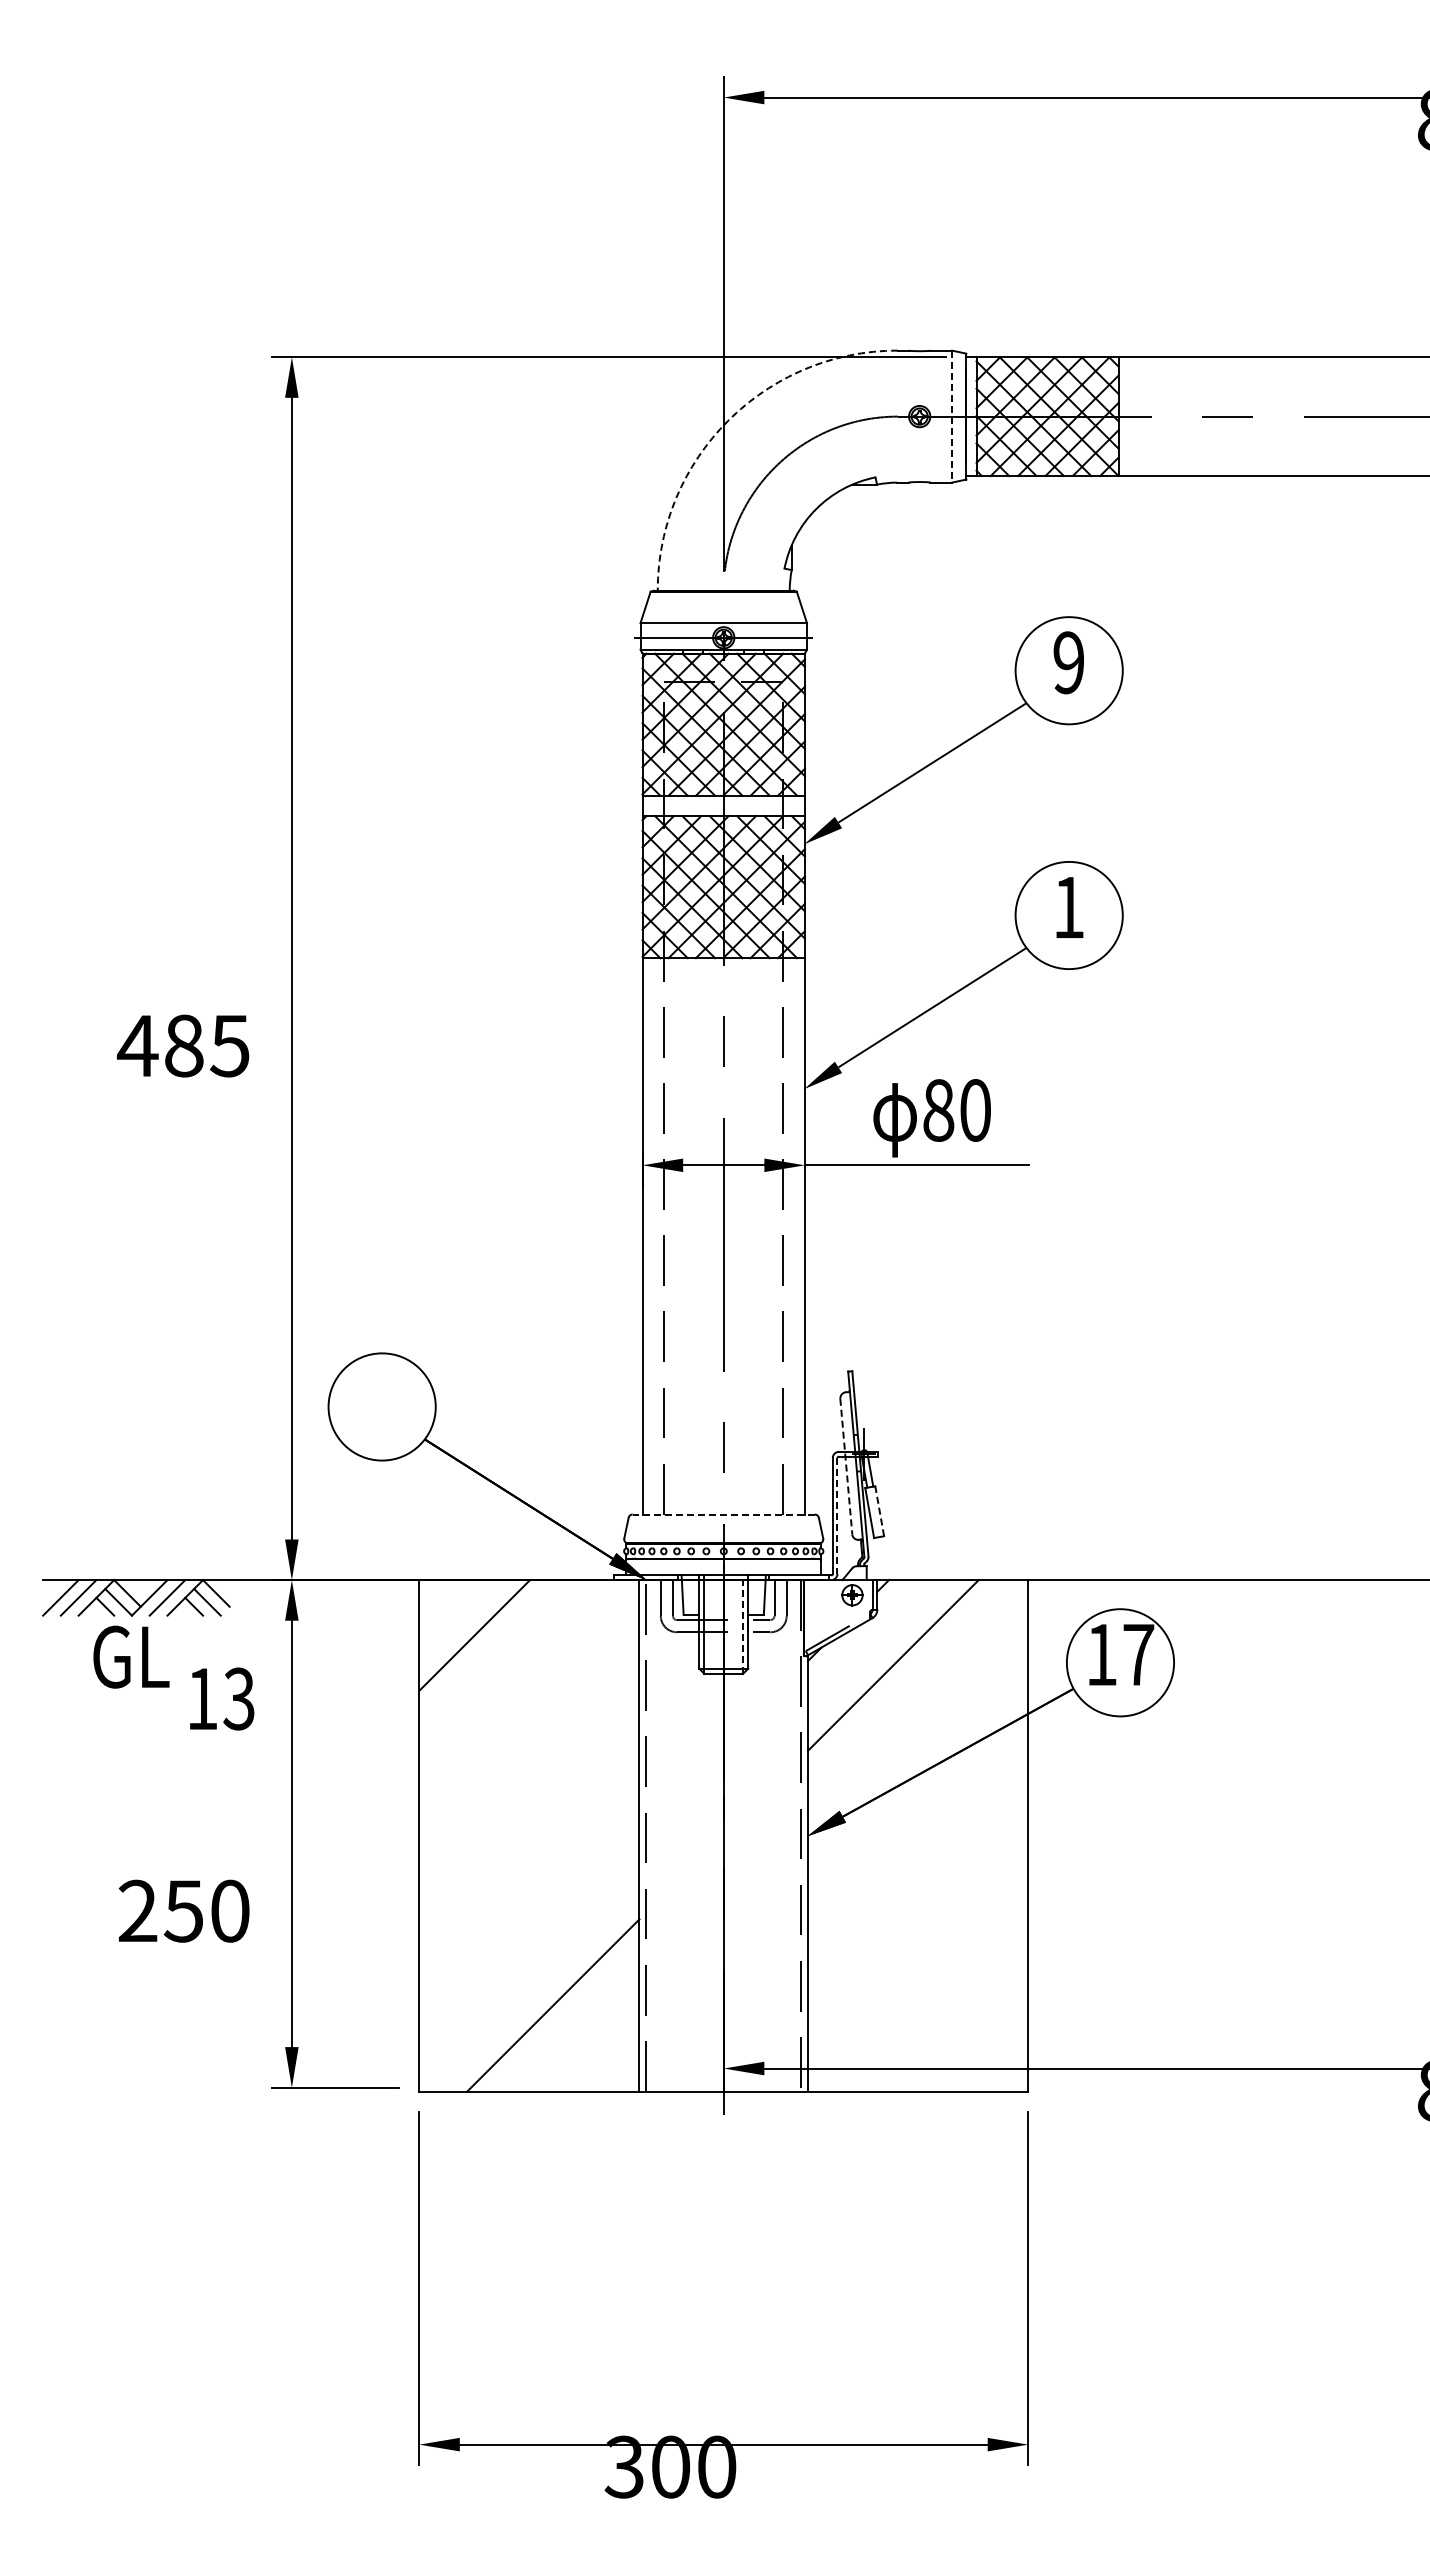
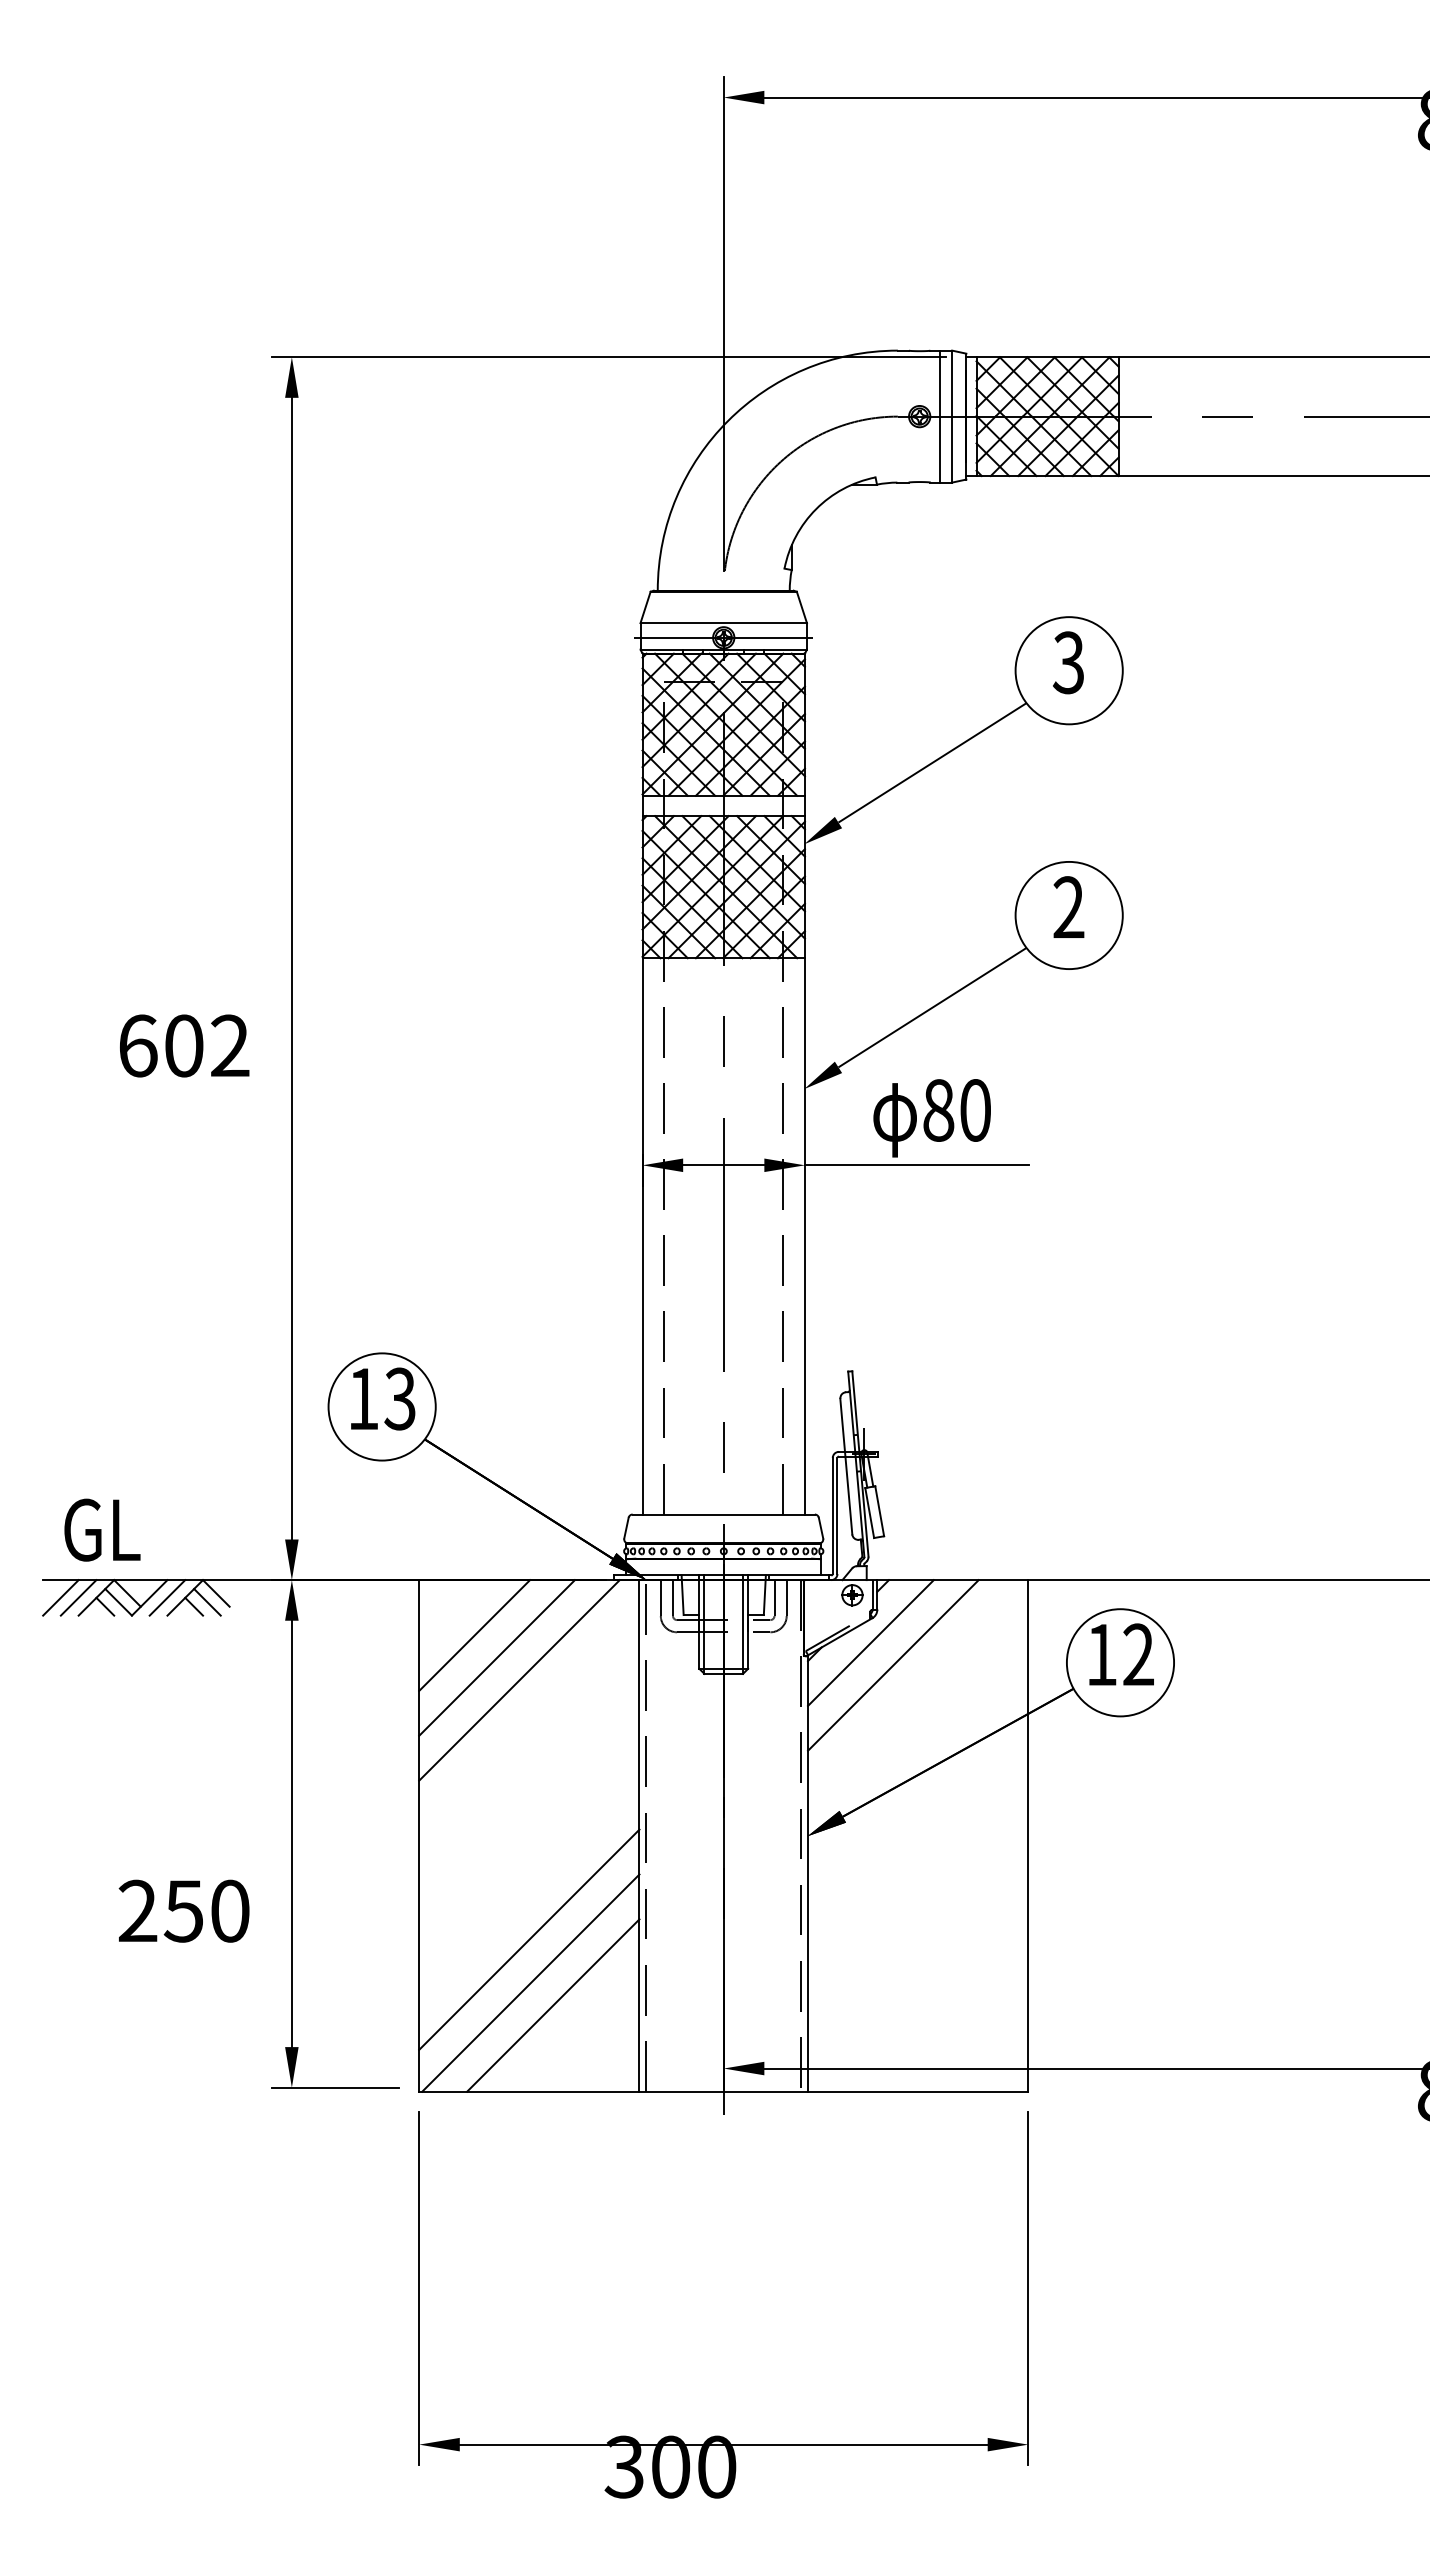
line at (939, 416): none -> present
line at (952, 416): dashed -> solid
arc at (728, 420): dashed -> solid
text at (1068, 662): 9 -> 3
text at (1068, 906): 1 -> 2
text at (182, 1045): 485 -> 602
line at (846, 1467): dashed -> solid
line at (879, 1510): dashed -> solid
line at (723, 1514): dashed -> solid
line at (837, 1516): dashed -> solid
line at (743, 1624): dashed -> solid
line at (870, 1642): none -> present
text at (1138, 1654): 17 -> 12
text at (131, 1656) position: (131, 1656) -> (102, 1529)
line at (496, 1657): none -> present
line at (519, 1680): none -> present
text at (222, 1698) position: (222, 1698) -> (383, 1398)
line at (529, 1939): none -> present
line at (530, 1982): none -> present
